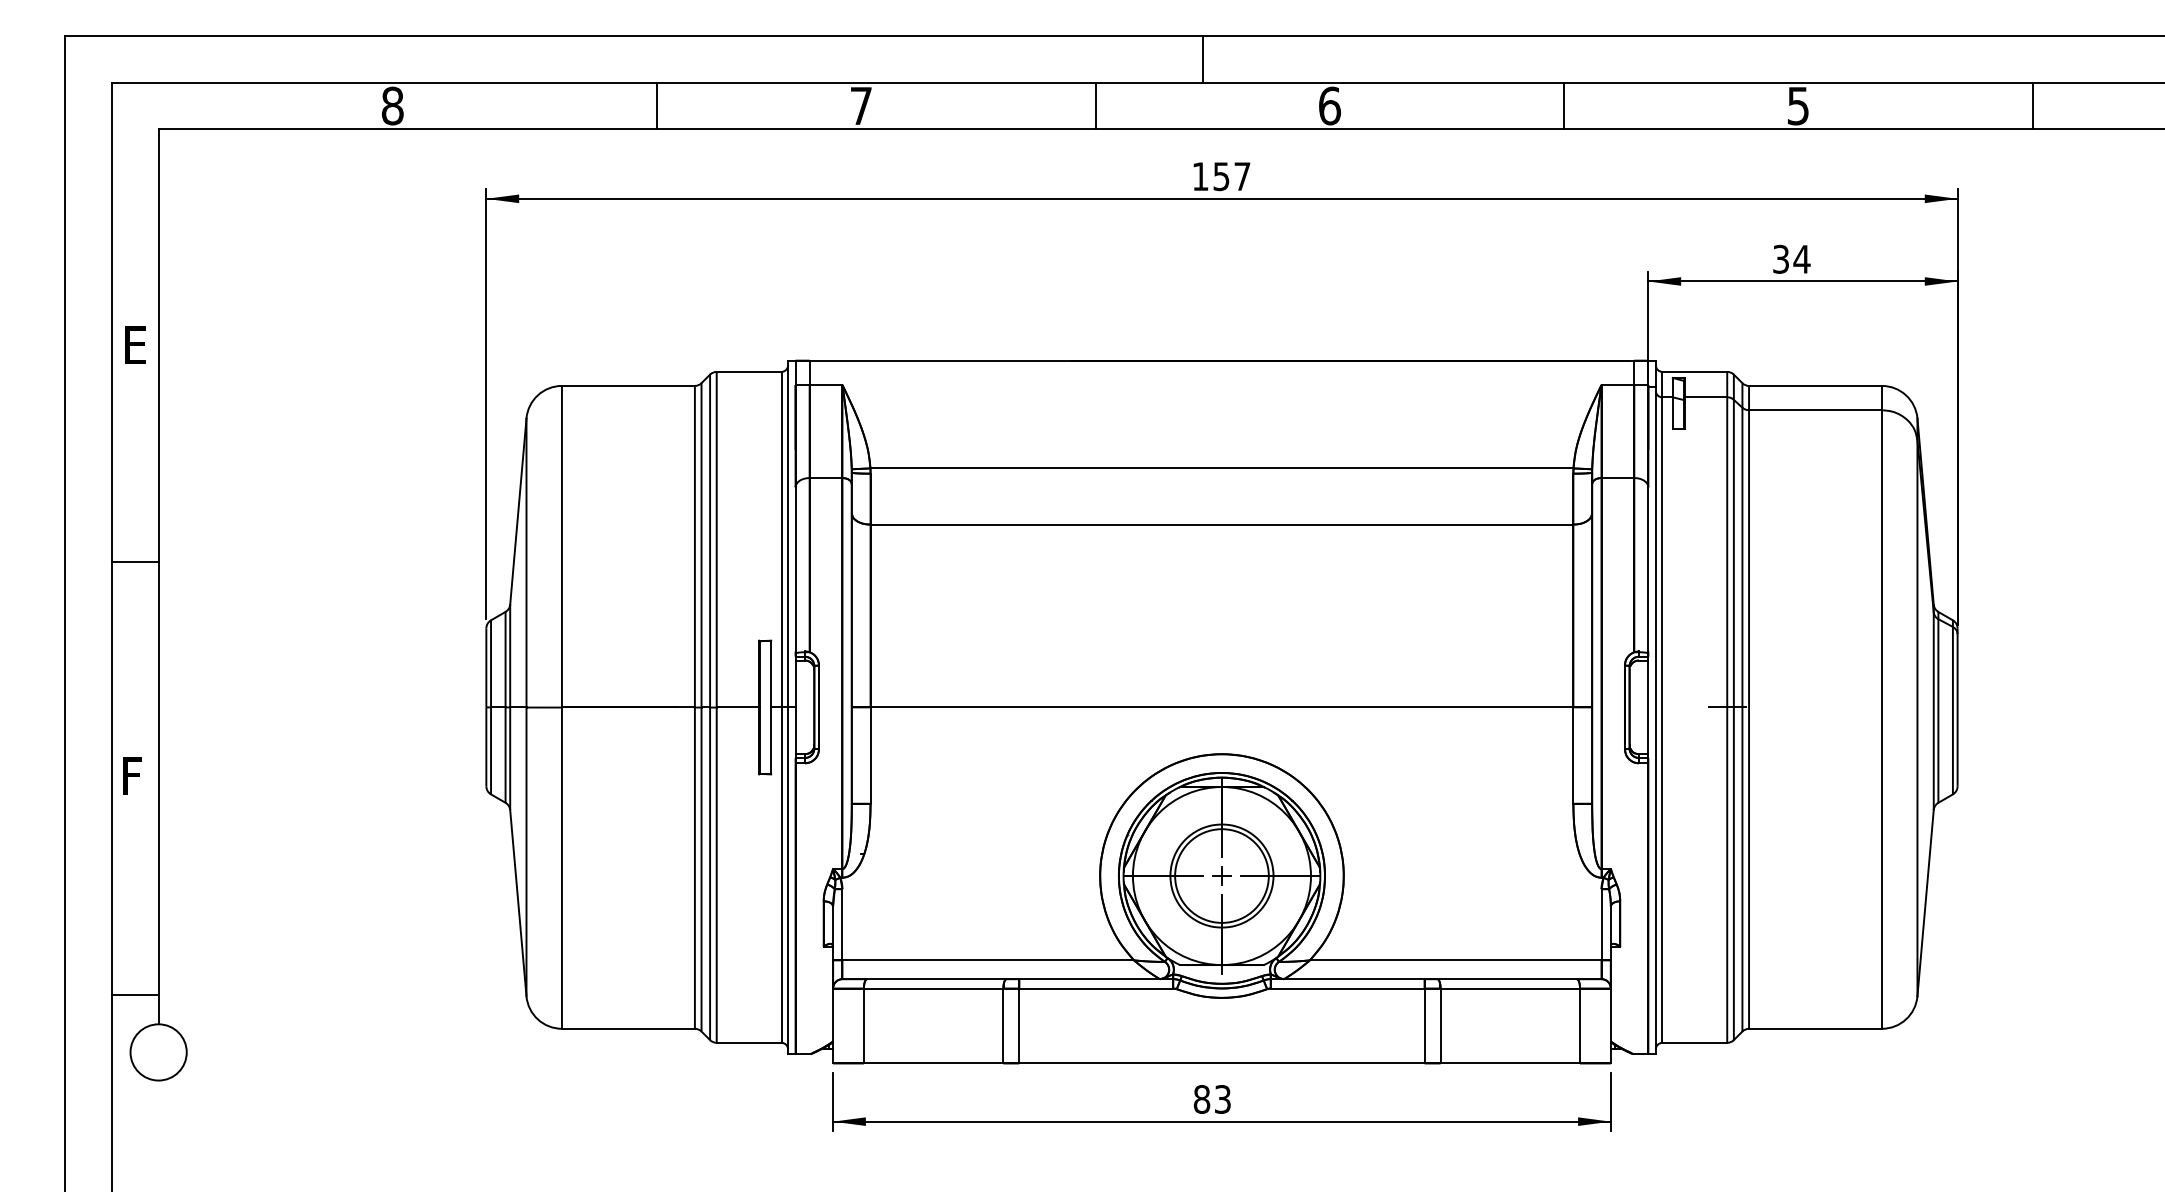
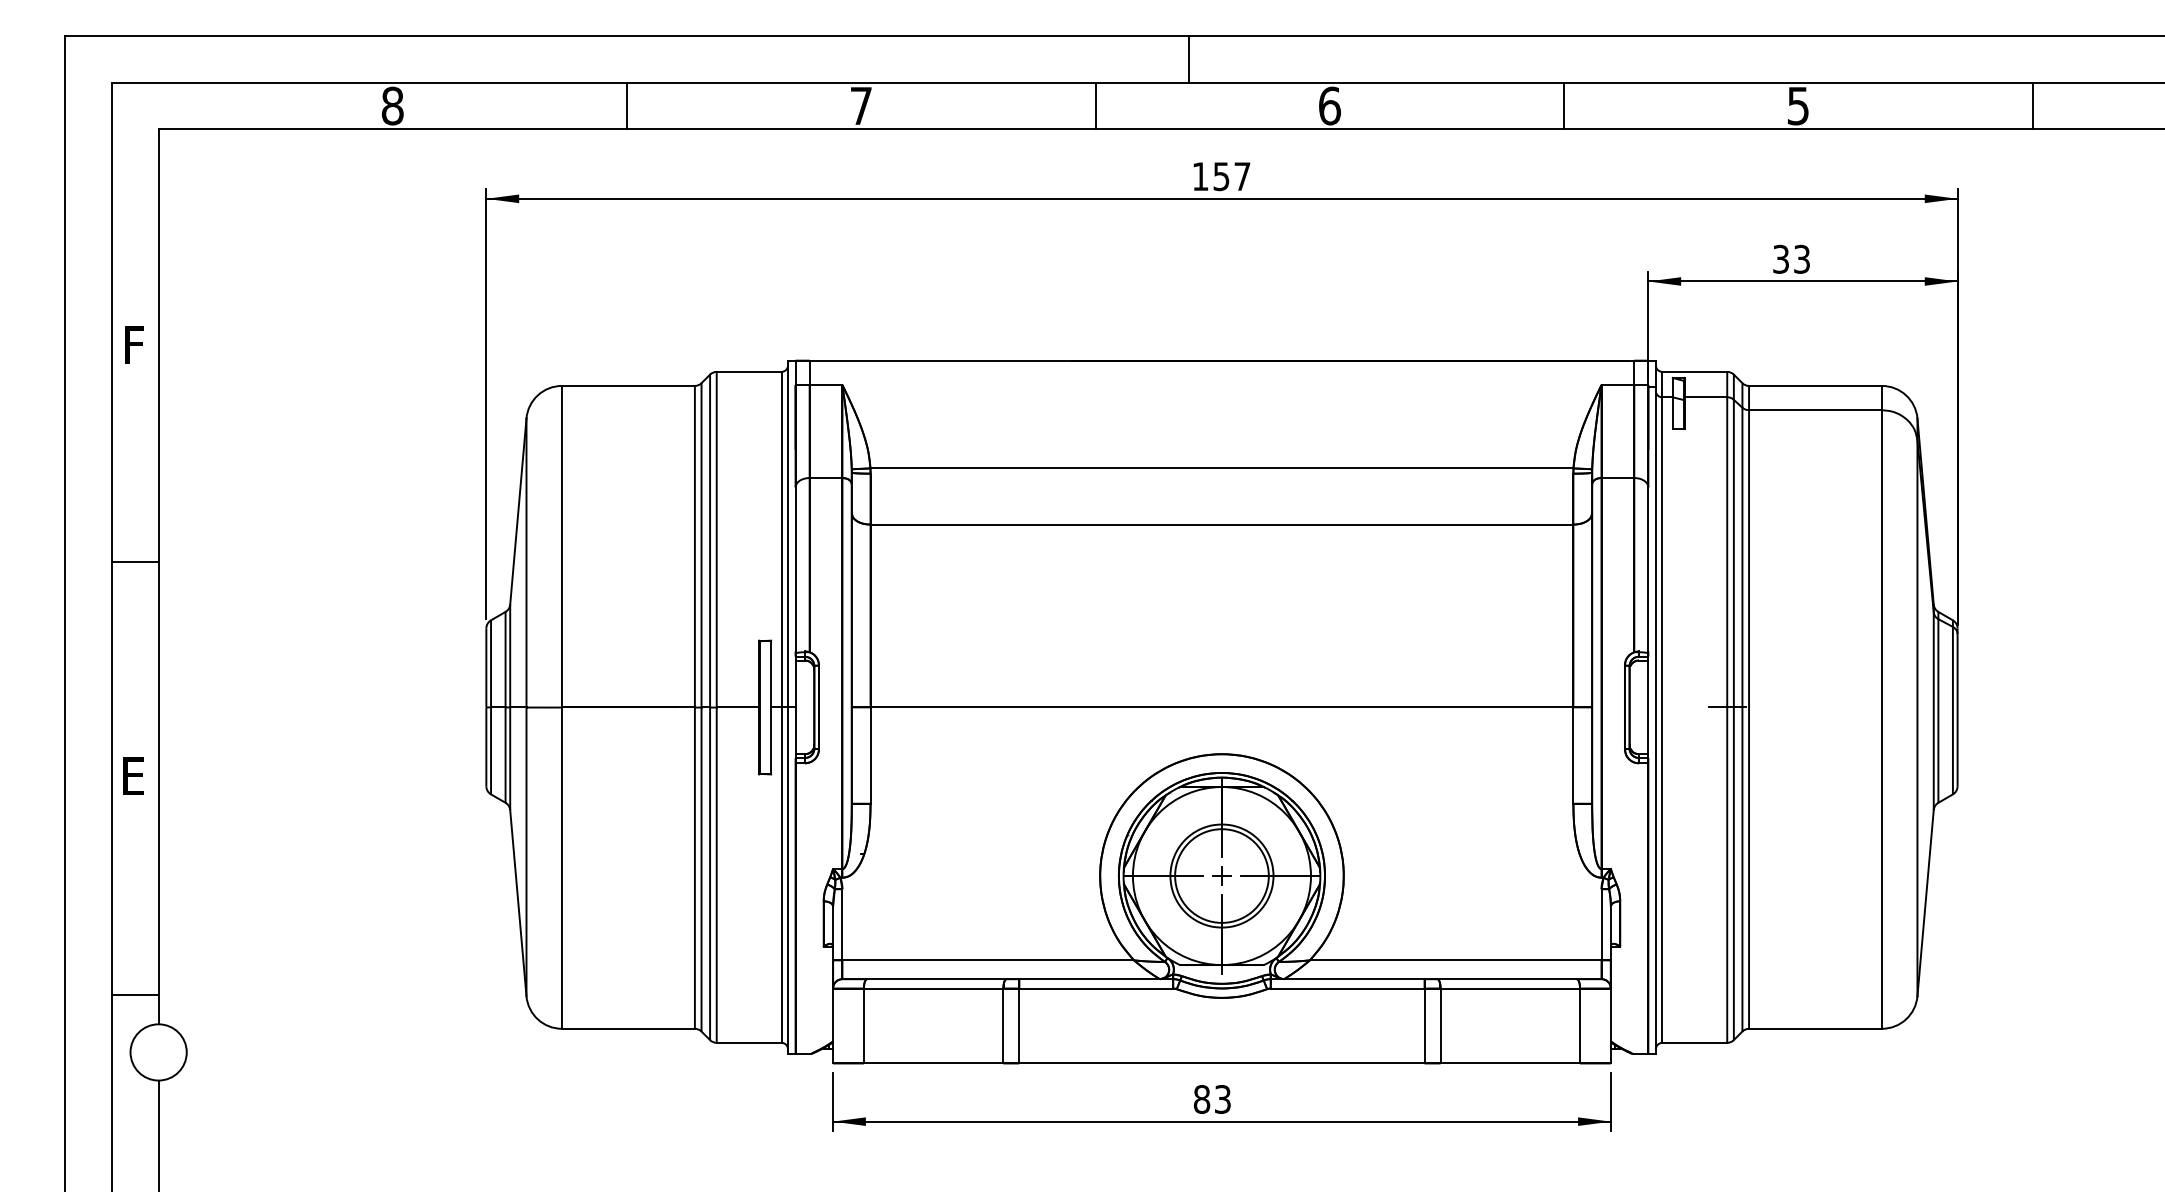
line at (1203, 58) position: (1203, 58) -> (1189, 58)
line at (657, 105) position: (657, 105) -> (627, 105)
text at (1801, 258): 34 -> 33
text at (137, 344): E -> F
text at (135, 775): F -> E
line at (158, 1134): none -> present
